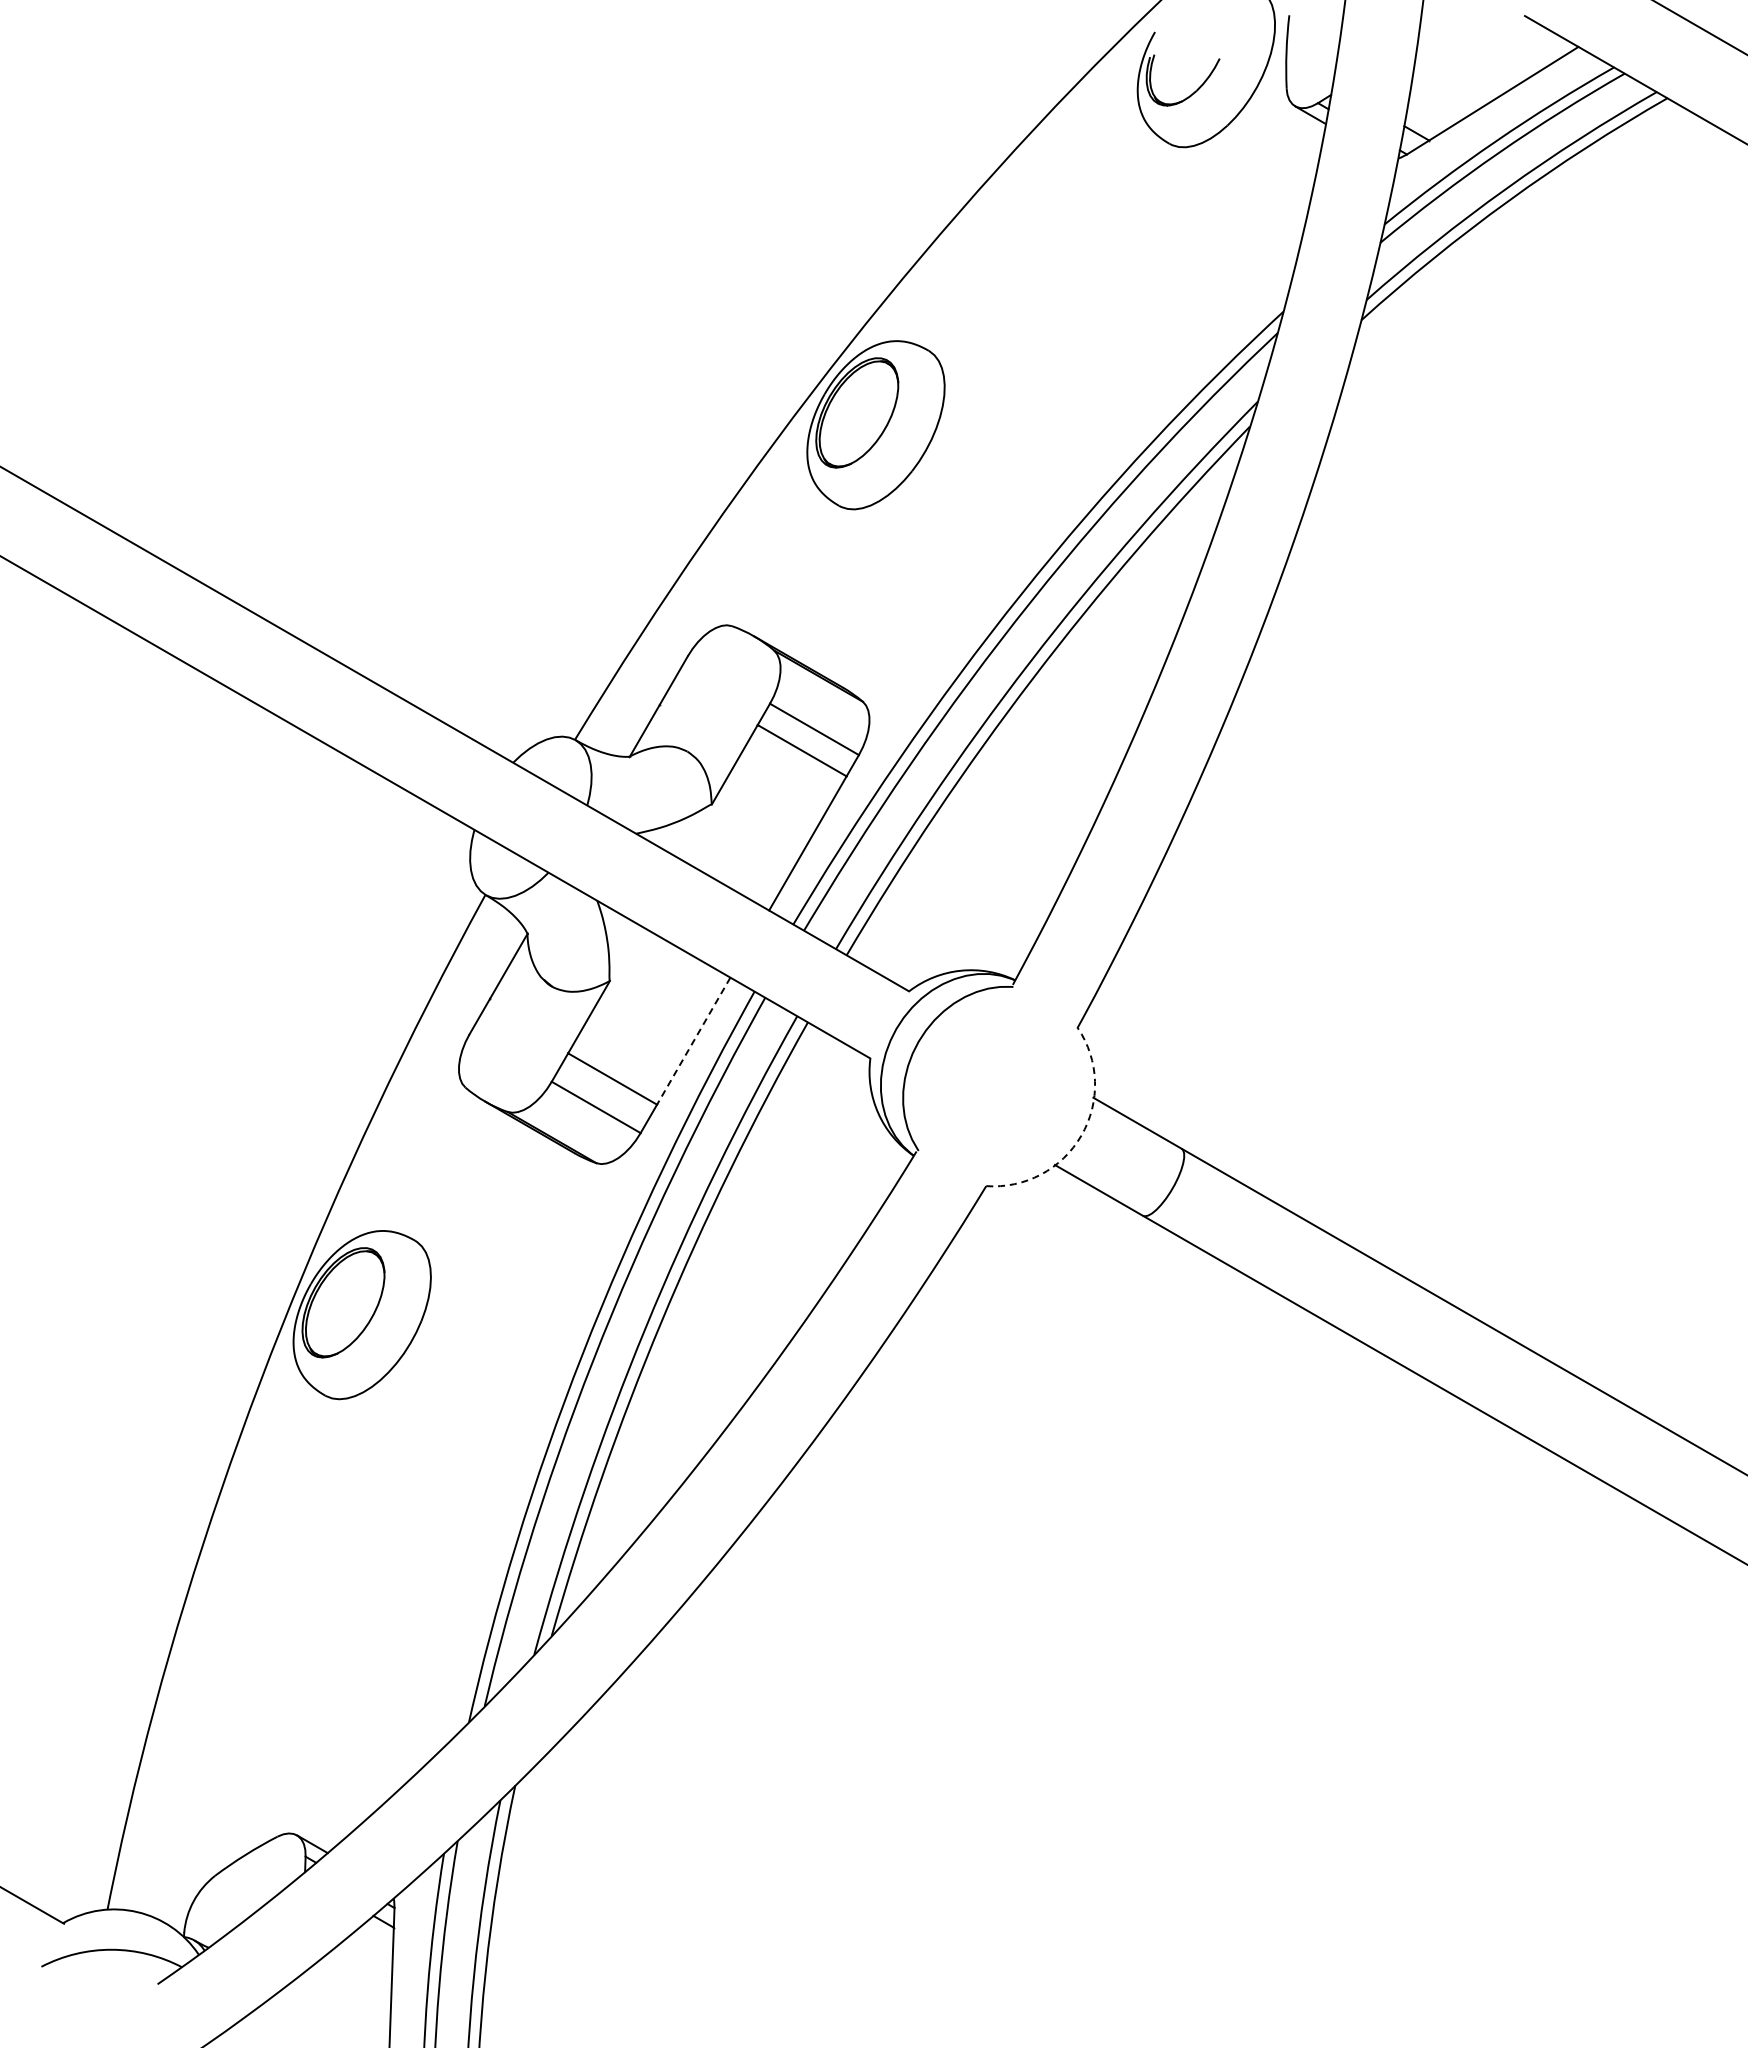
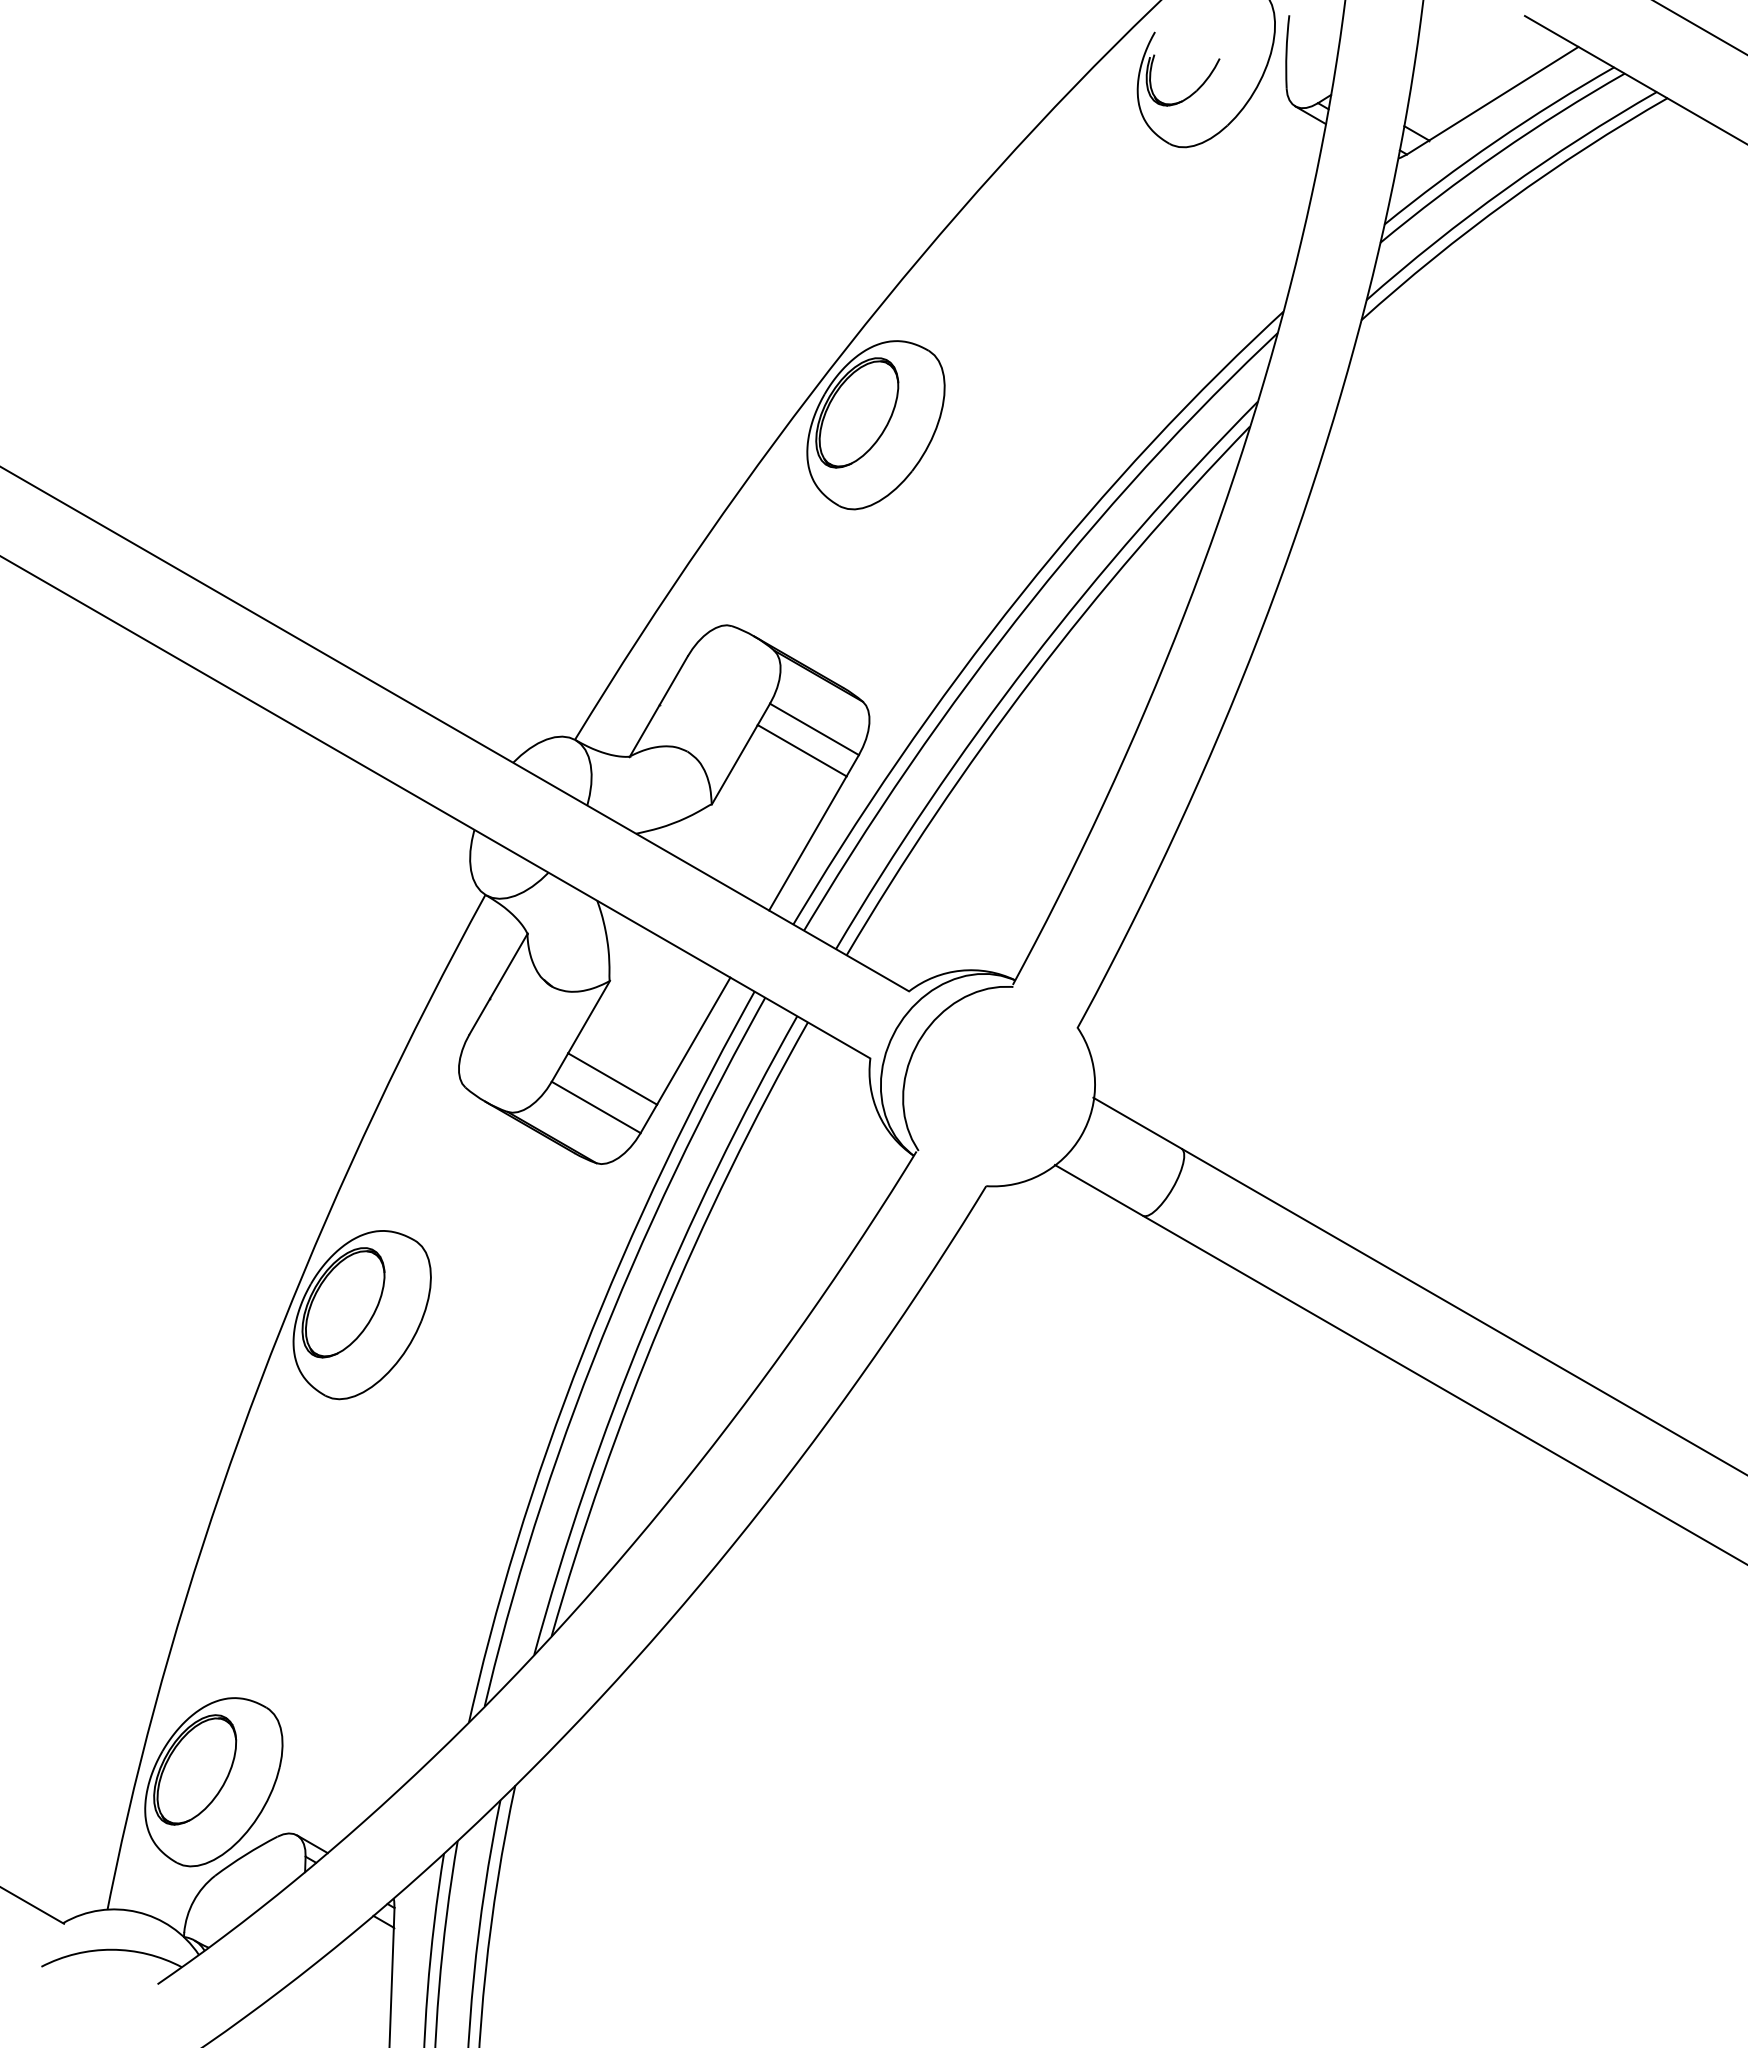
line at (693, 1041): dashed -> solid
arc at (1081, 1135): dashed -> solid
part at (213, 1782): none -> present
